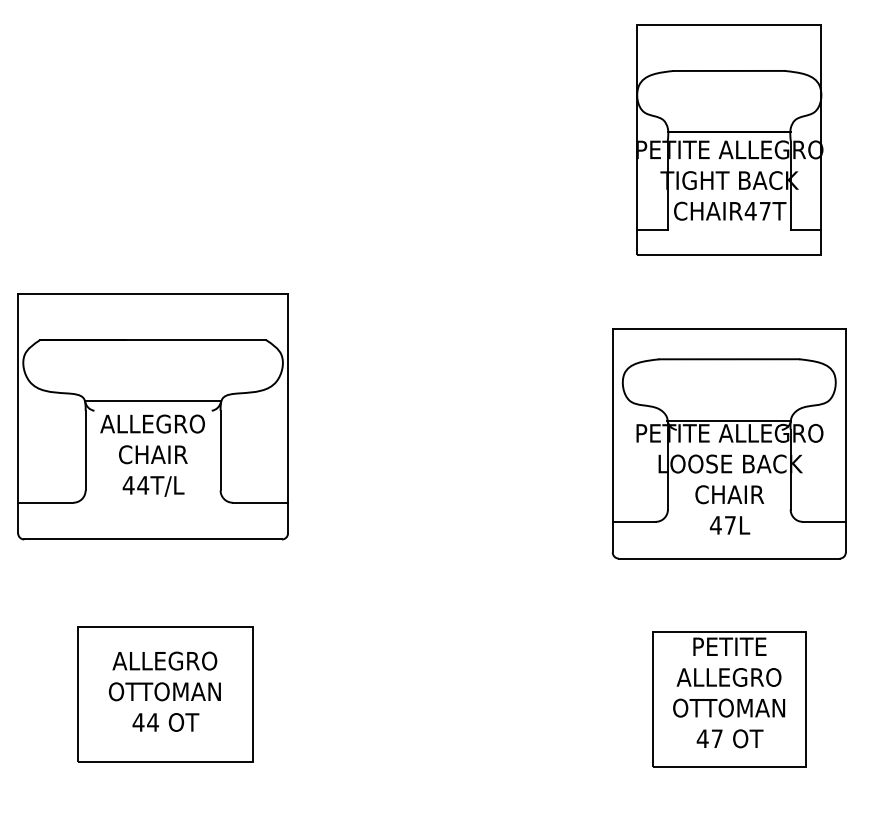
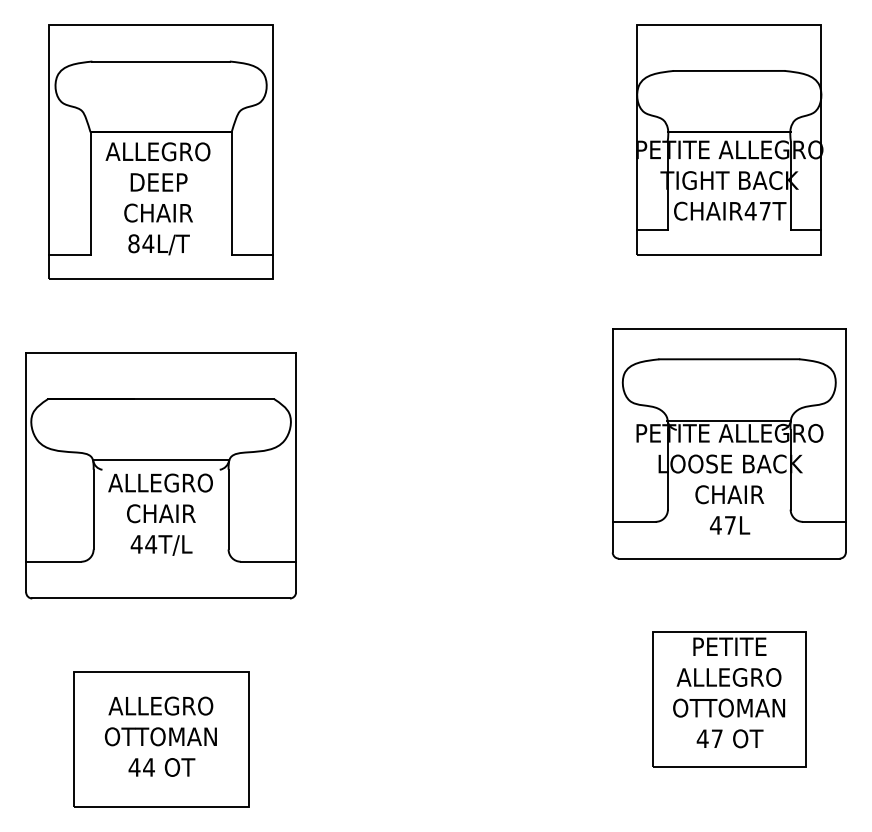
part at (160, 151): none -> present
part at (152, 416) position: (152, 416) -> (160, 475)
part at (165, 694) position: (165, 694) -> (161, 739)
